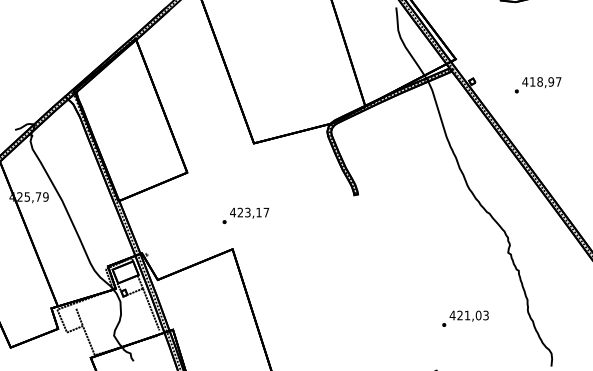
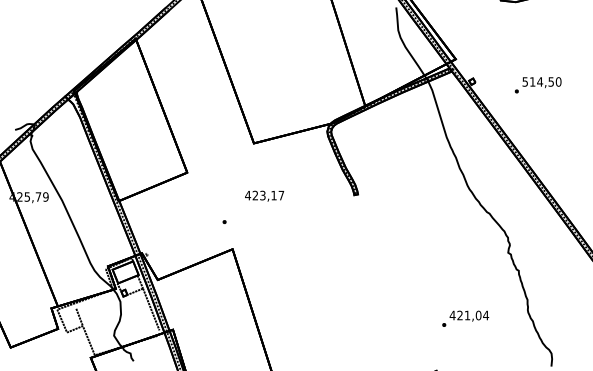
text at (541, 81): 418,97 -> 514,50
text at (249, 212) position: (249, 212) -> (264, 195)
text at (486, 315): 421,03 -> 421,04
